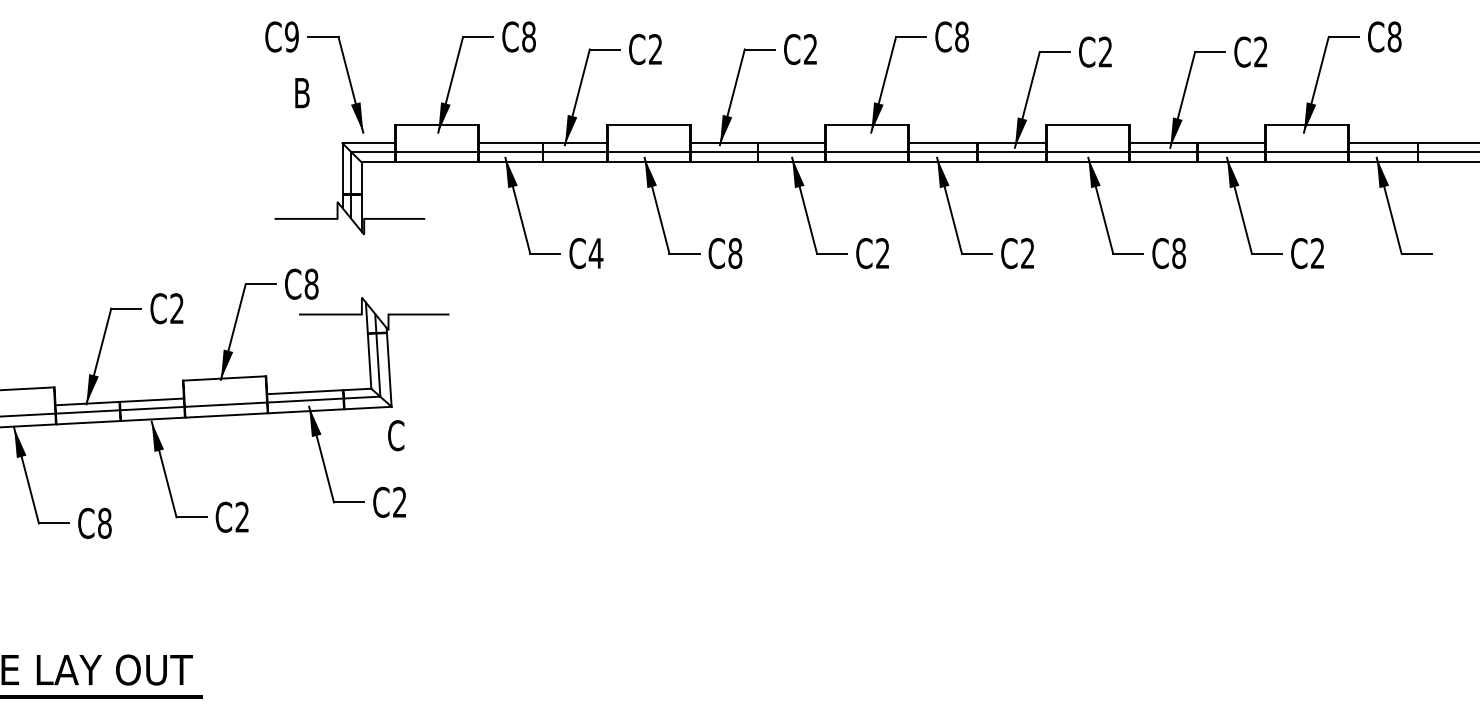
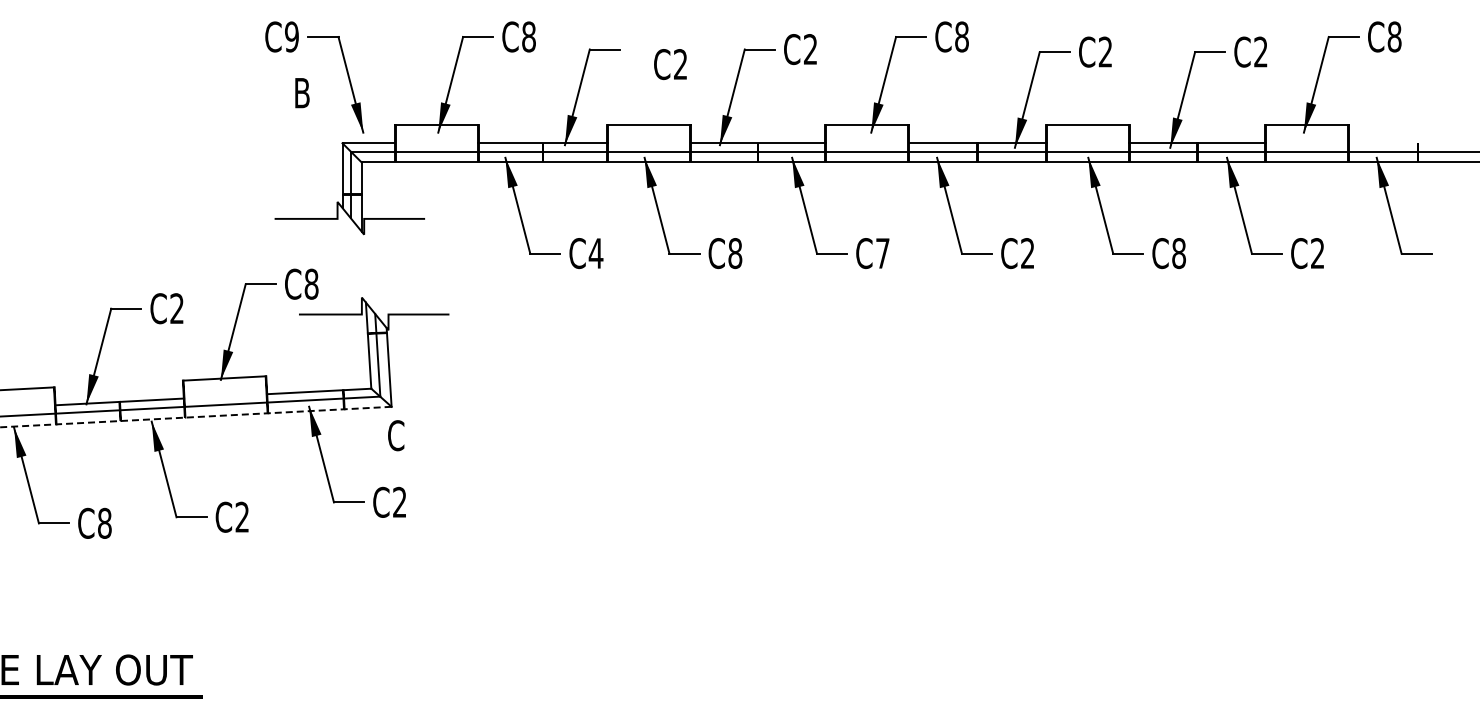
text at (645, 49) position: (645, 49) -> (670, 64)
line at (1412, 143): present -> none
text at (882, 253): C2 -> C7
line at (195, 417): solid -> dashed
